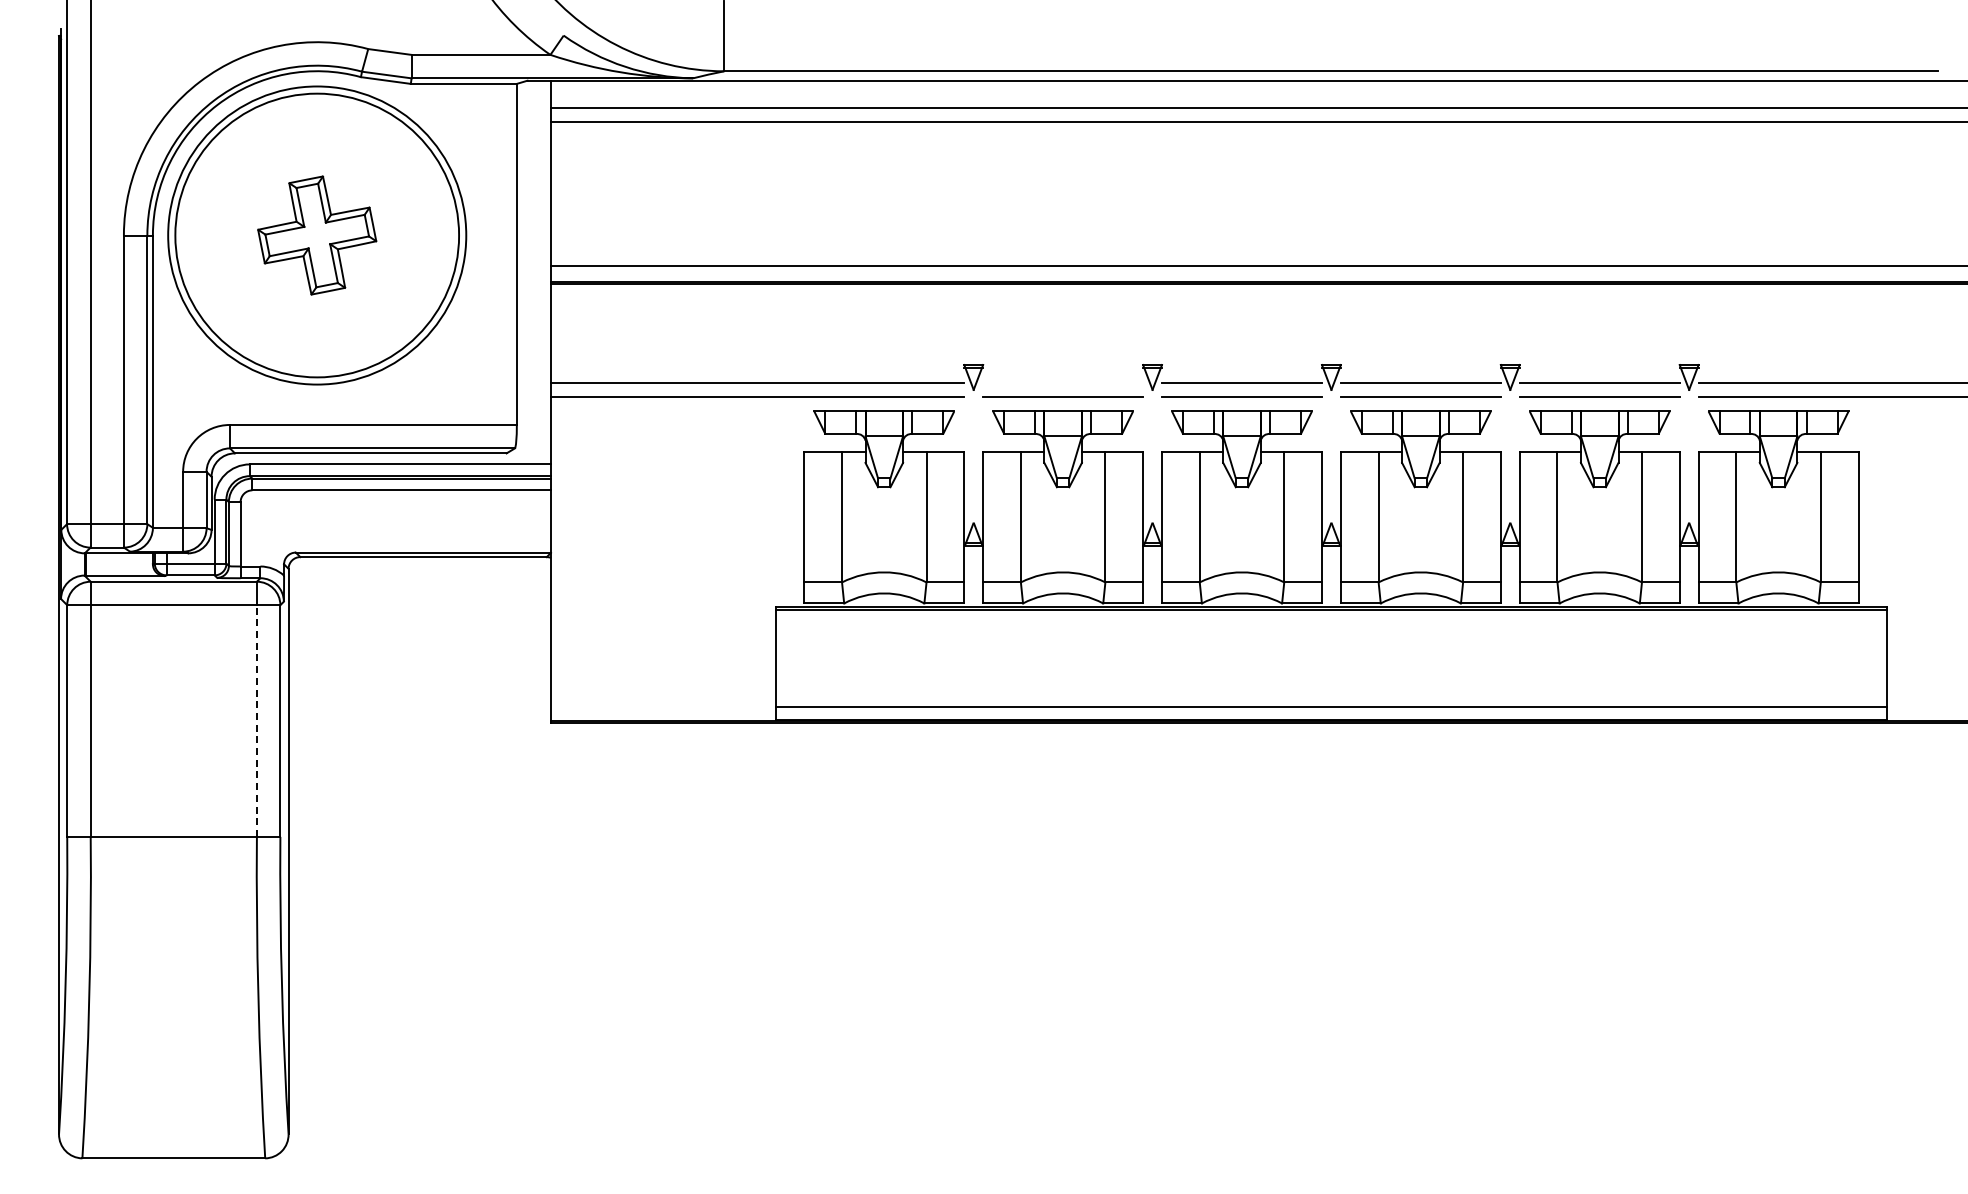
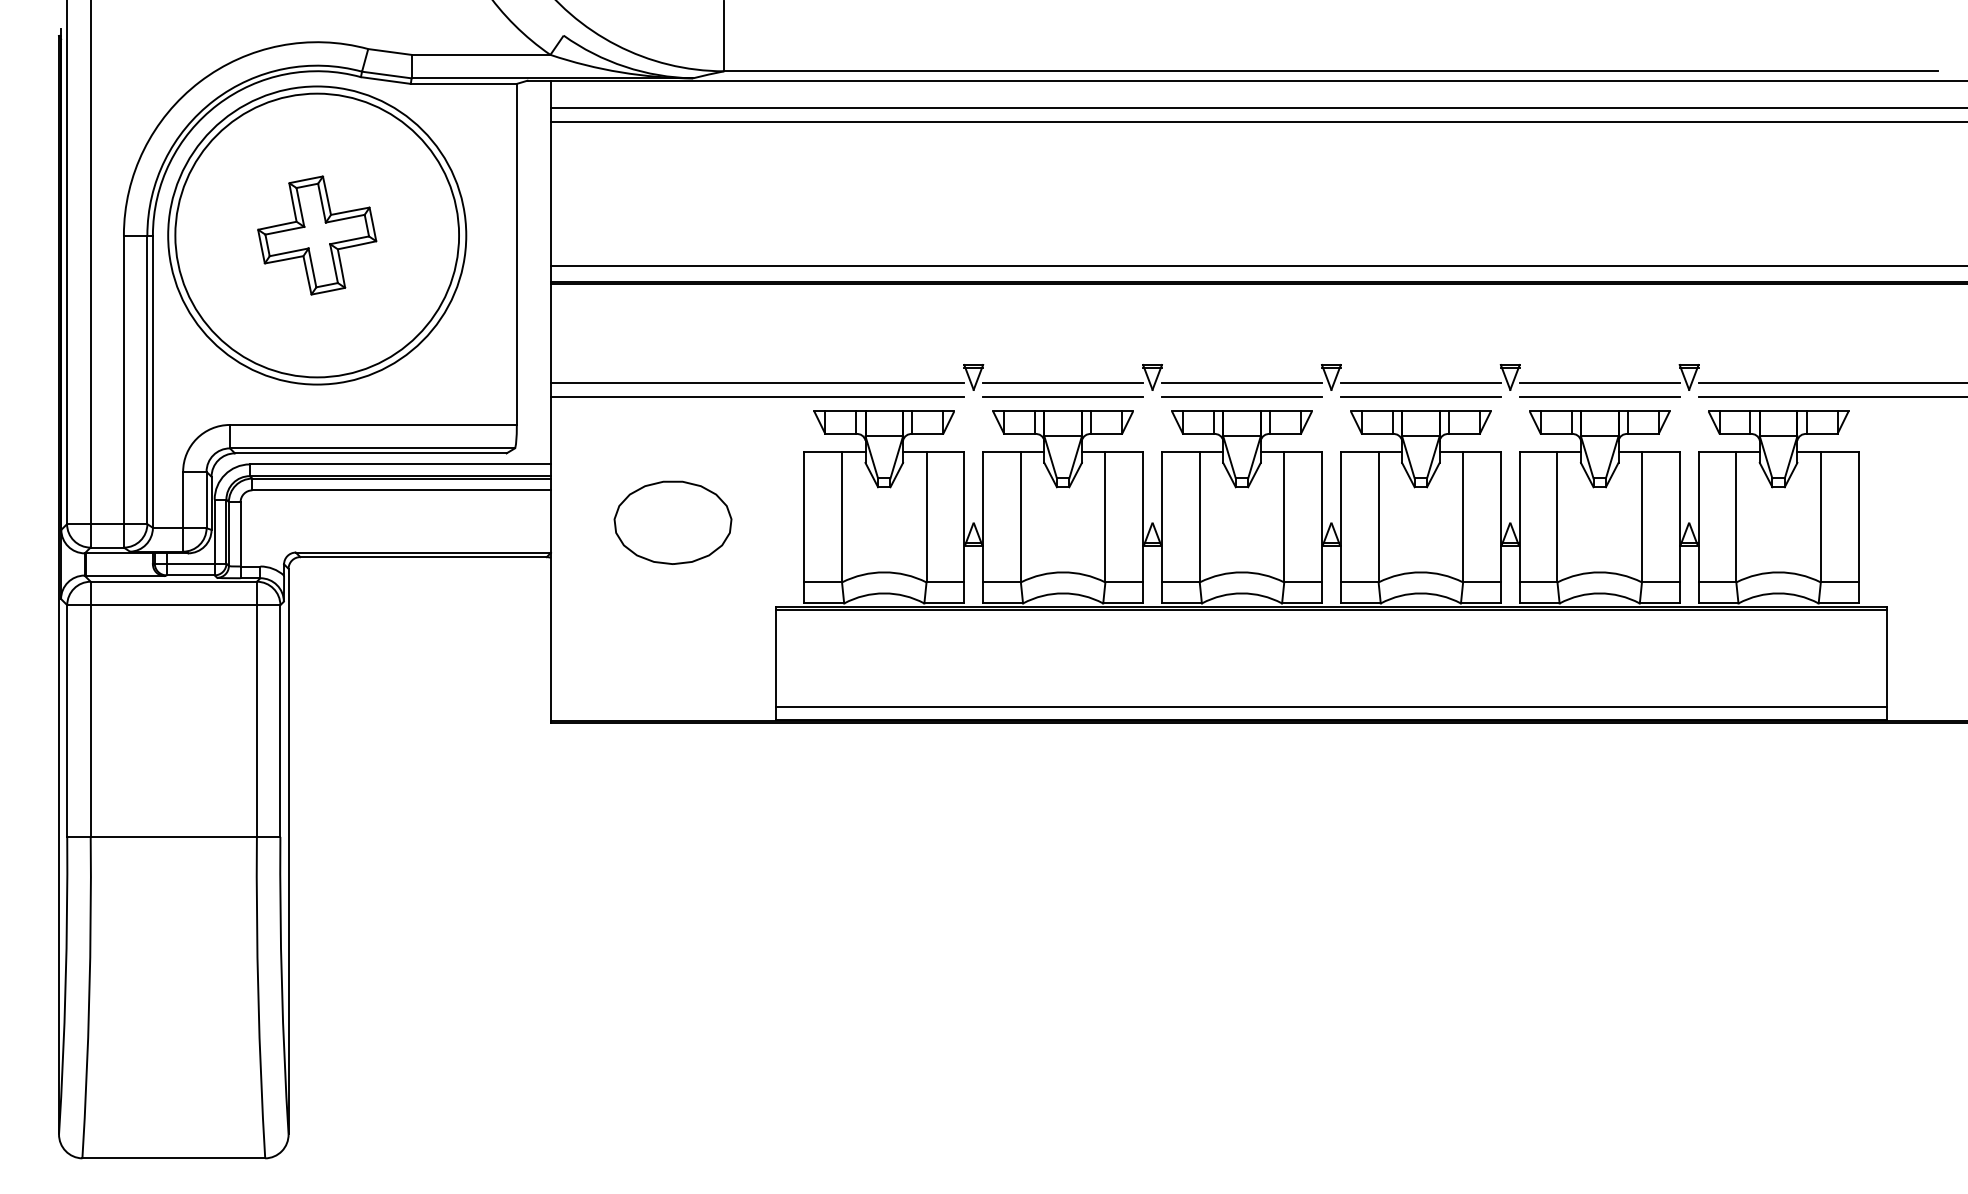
line at (1063, 383): none -> present
part at (672, 522): none -> present
line at (256, 721): dashed -> solid
